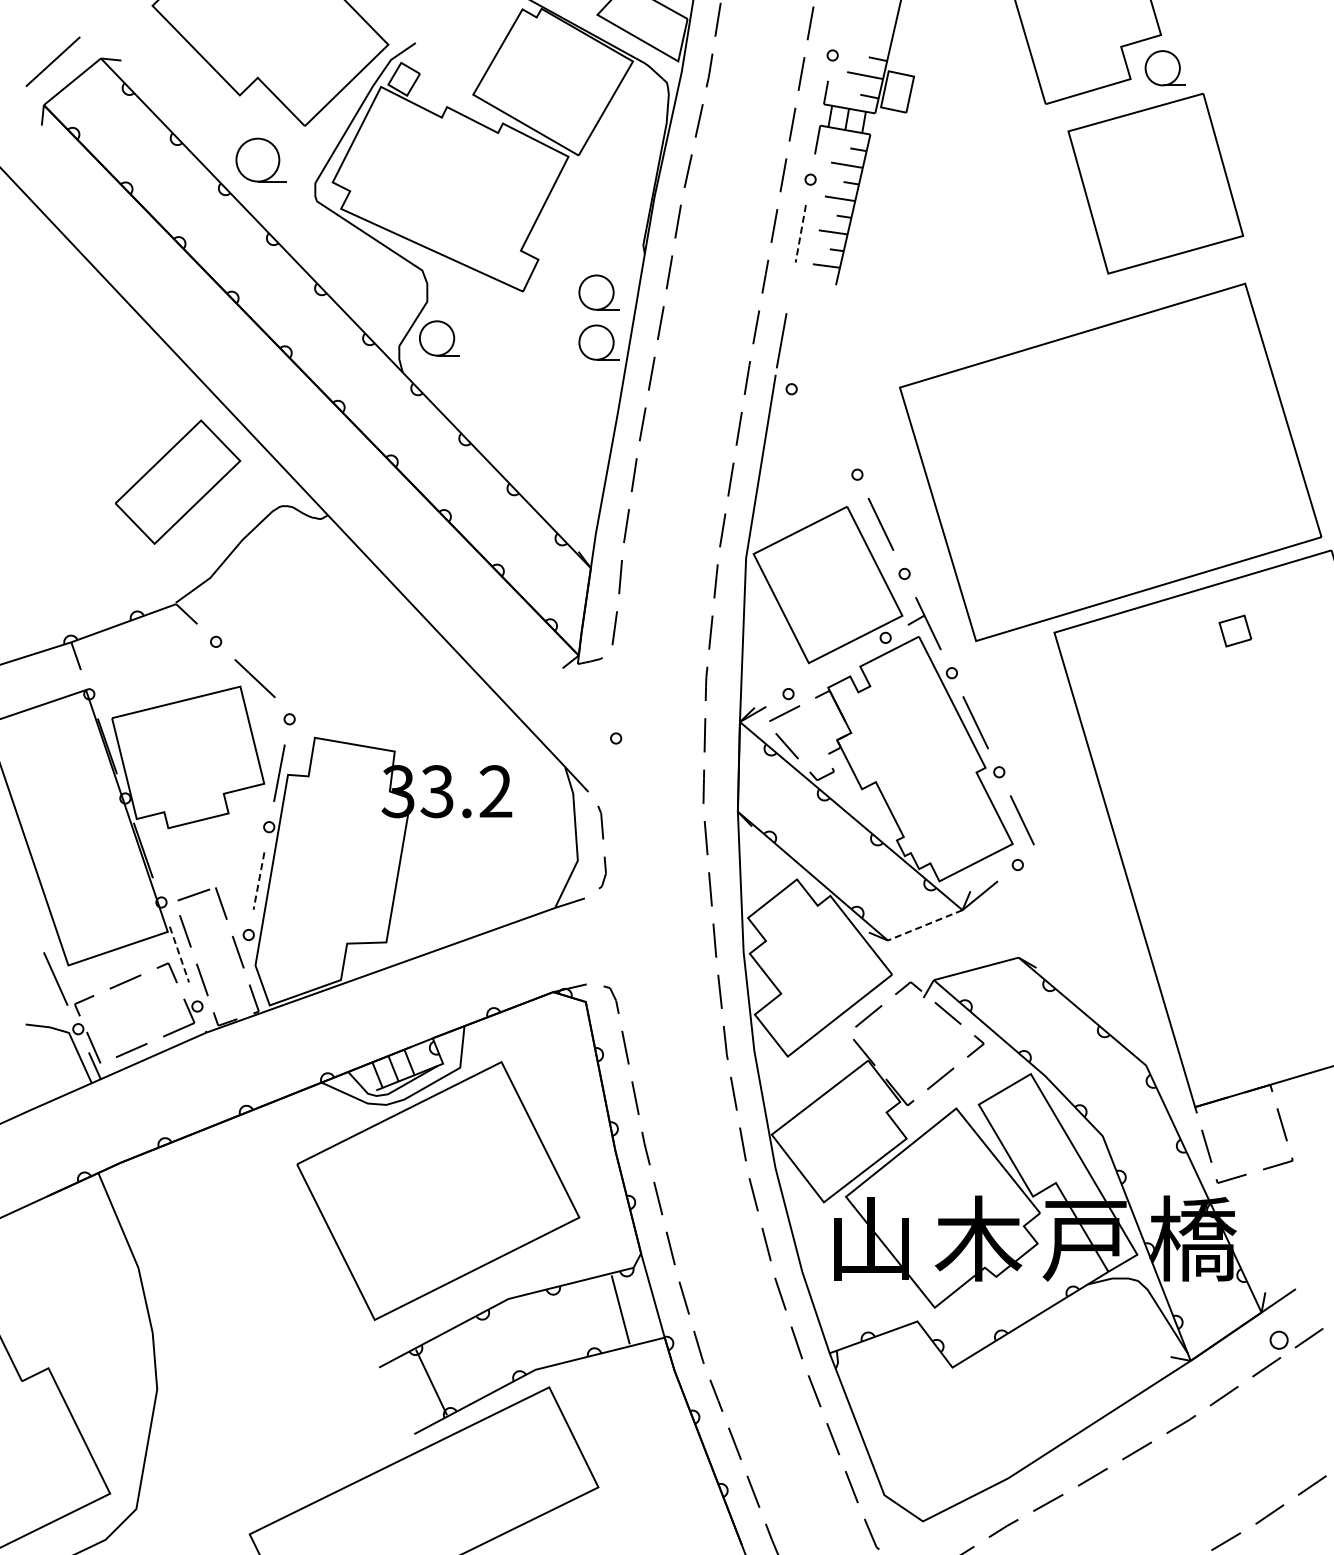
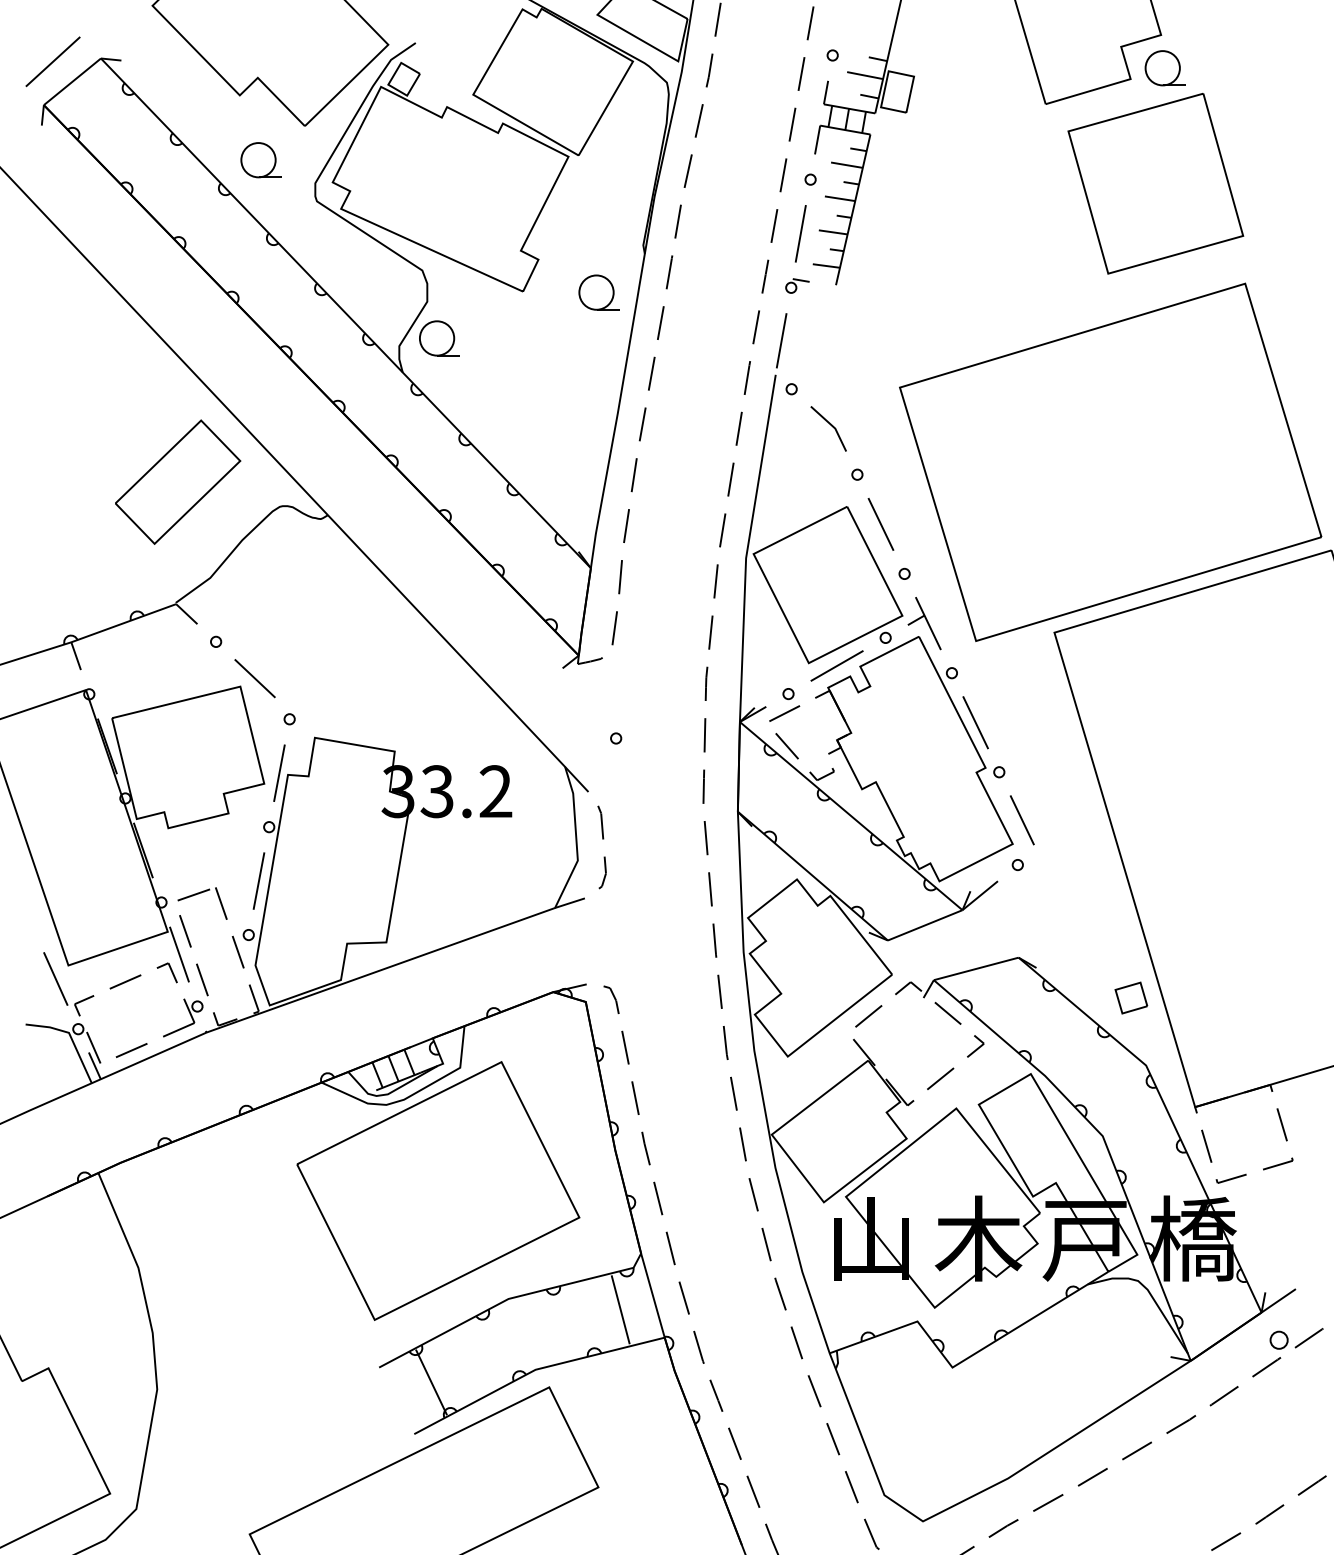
part at (260, 159) size: 52x46 px -> 42x37 px
line at (800, 234): dashed -> solid
part at (797, 285): none -> present
part at (598, 342): present -> none
line at (830, 425): none -> present
part at (1235, 630) position: (1235, 630) -> (1131, 997)
line at (836, 665): none -> present
line at (258, 881): dashed -> solid
line at (924, 925): dashed -> solid
line at (179, 955): dashed -> solid
